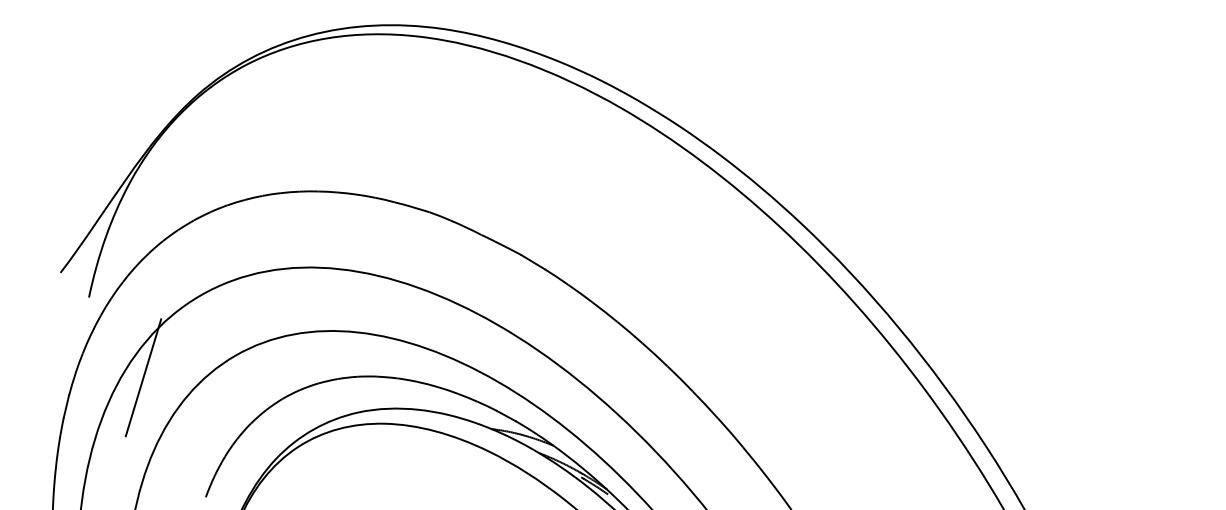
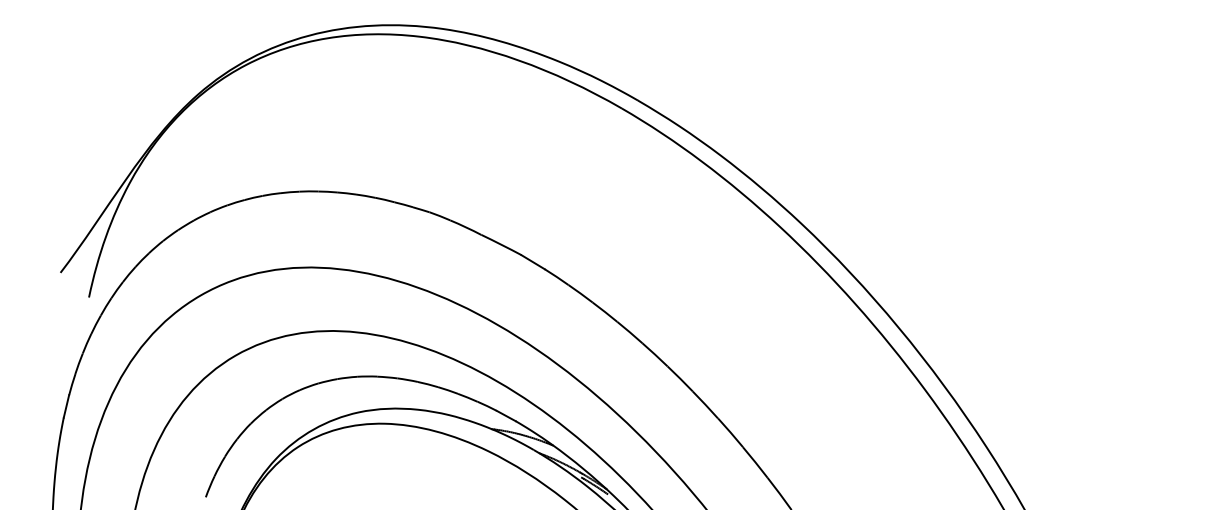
line at (143, 377): present -> none
